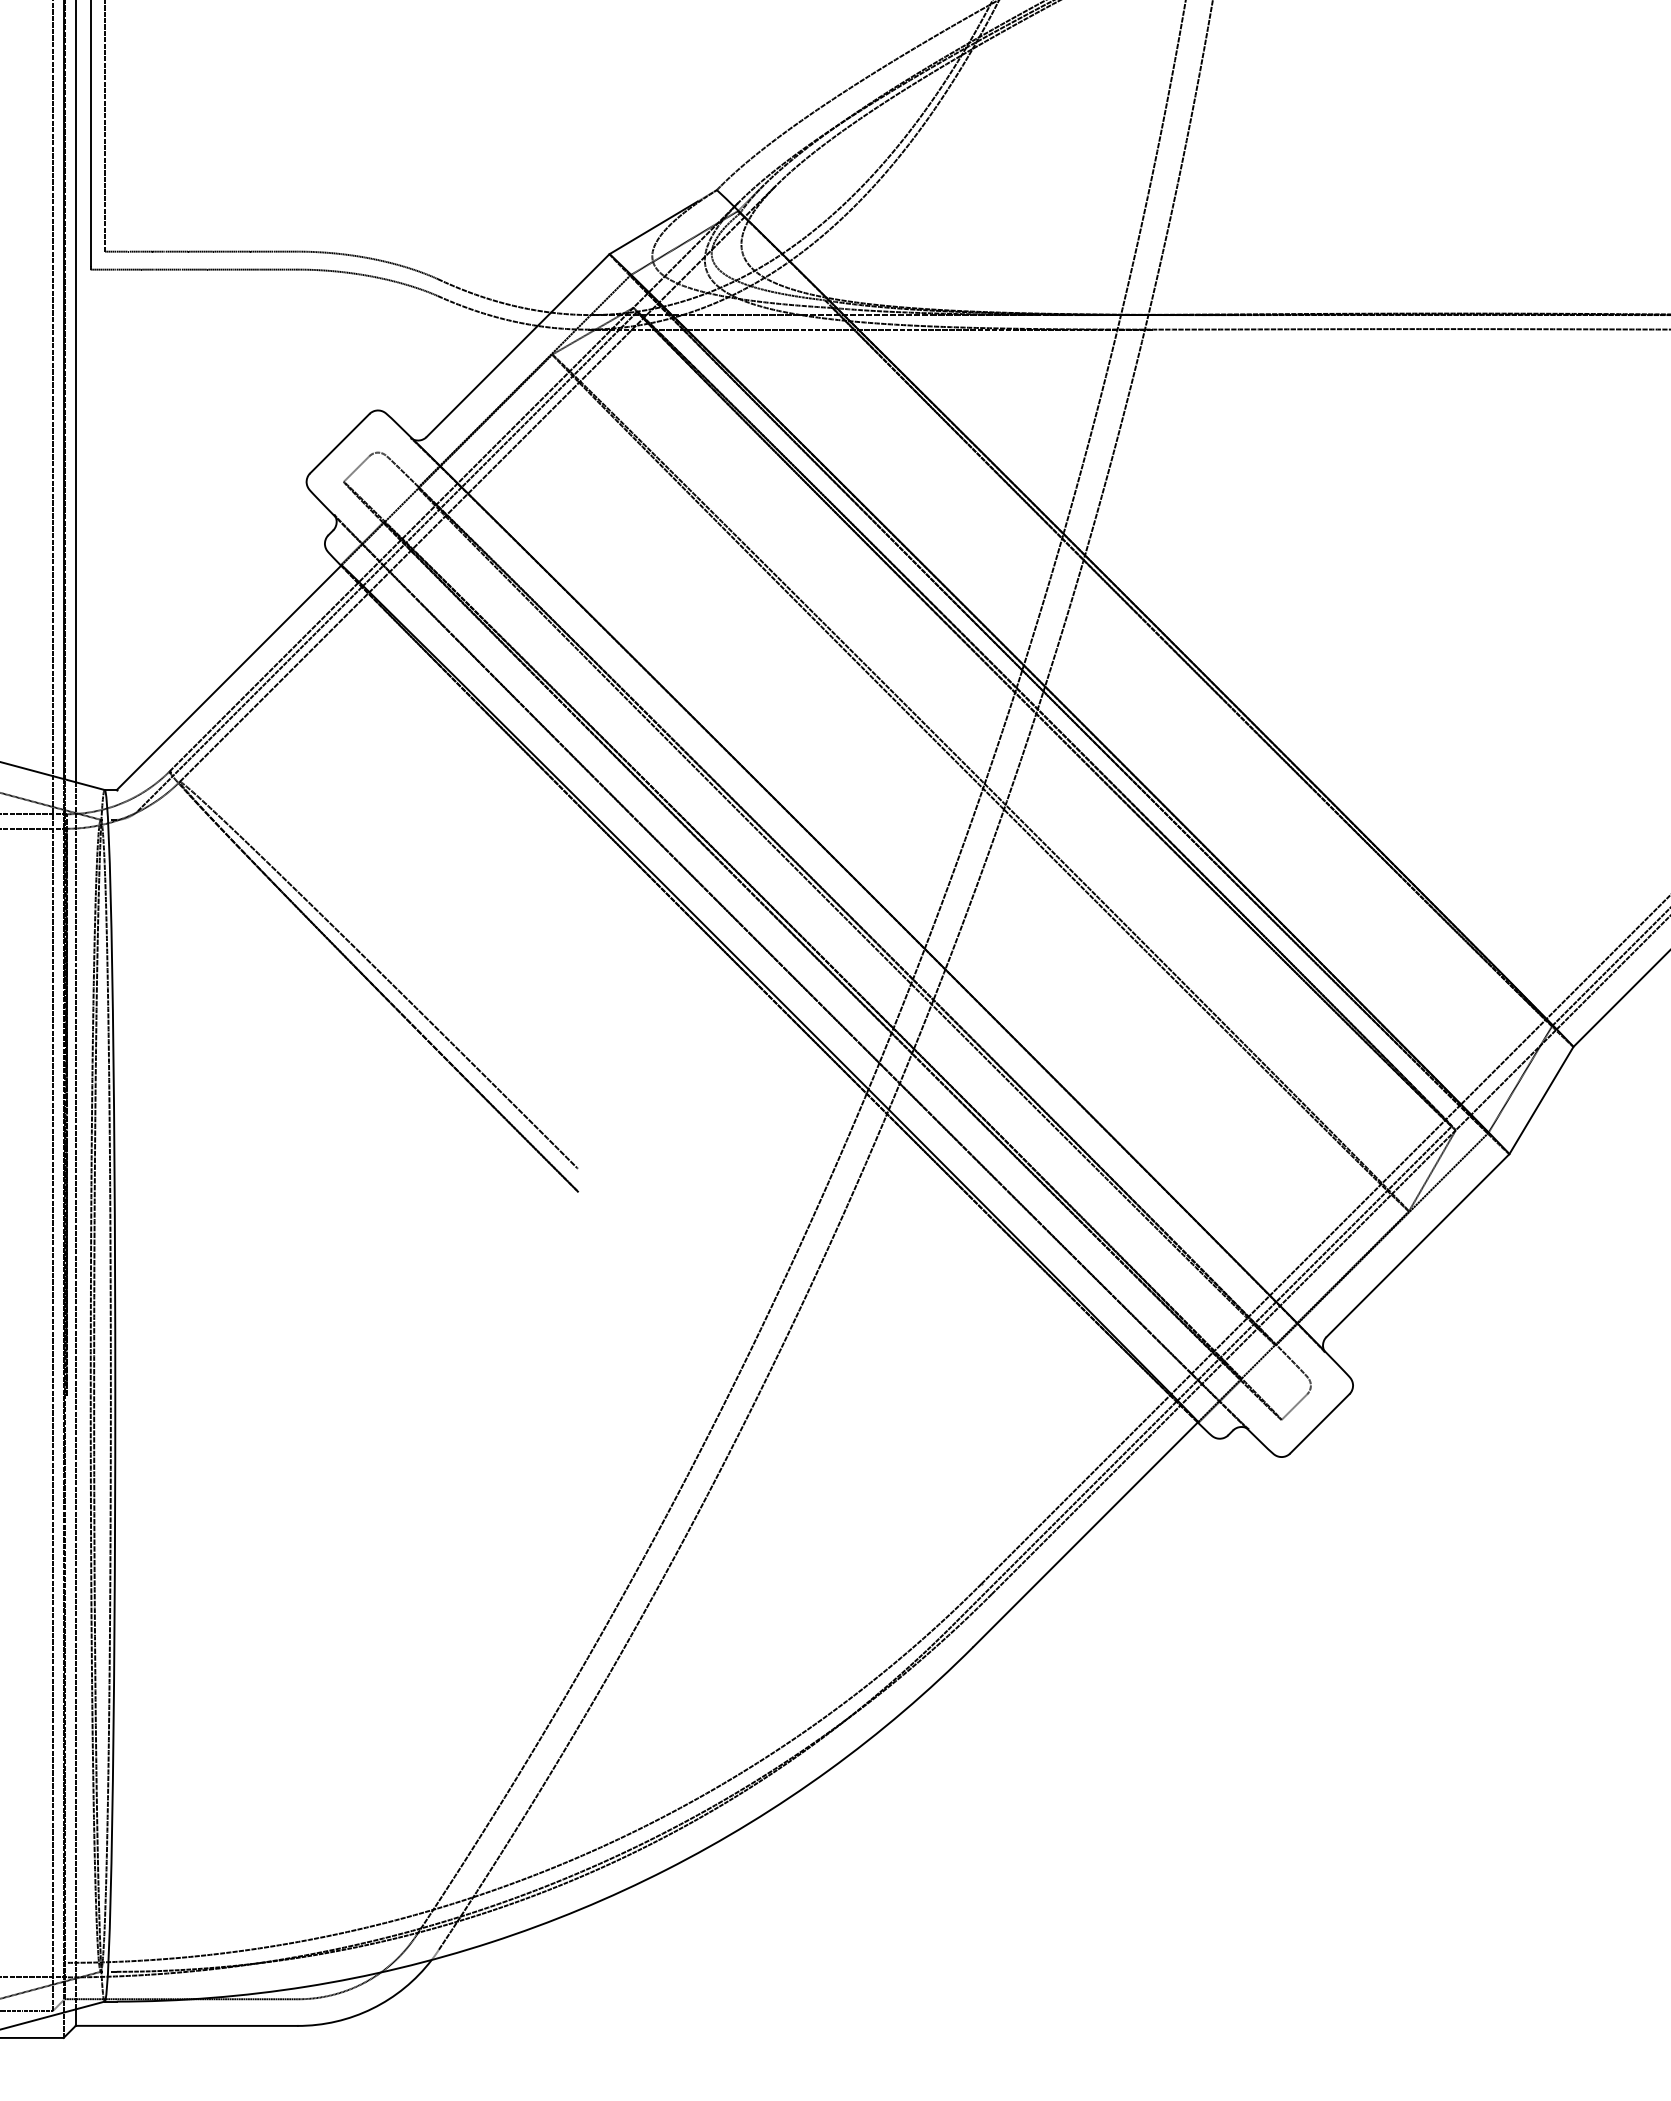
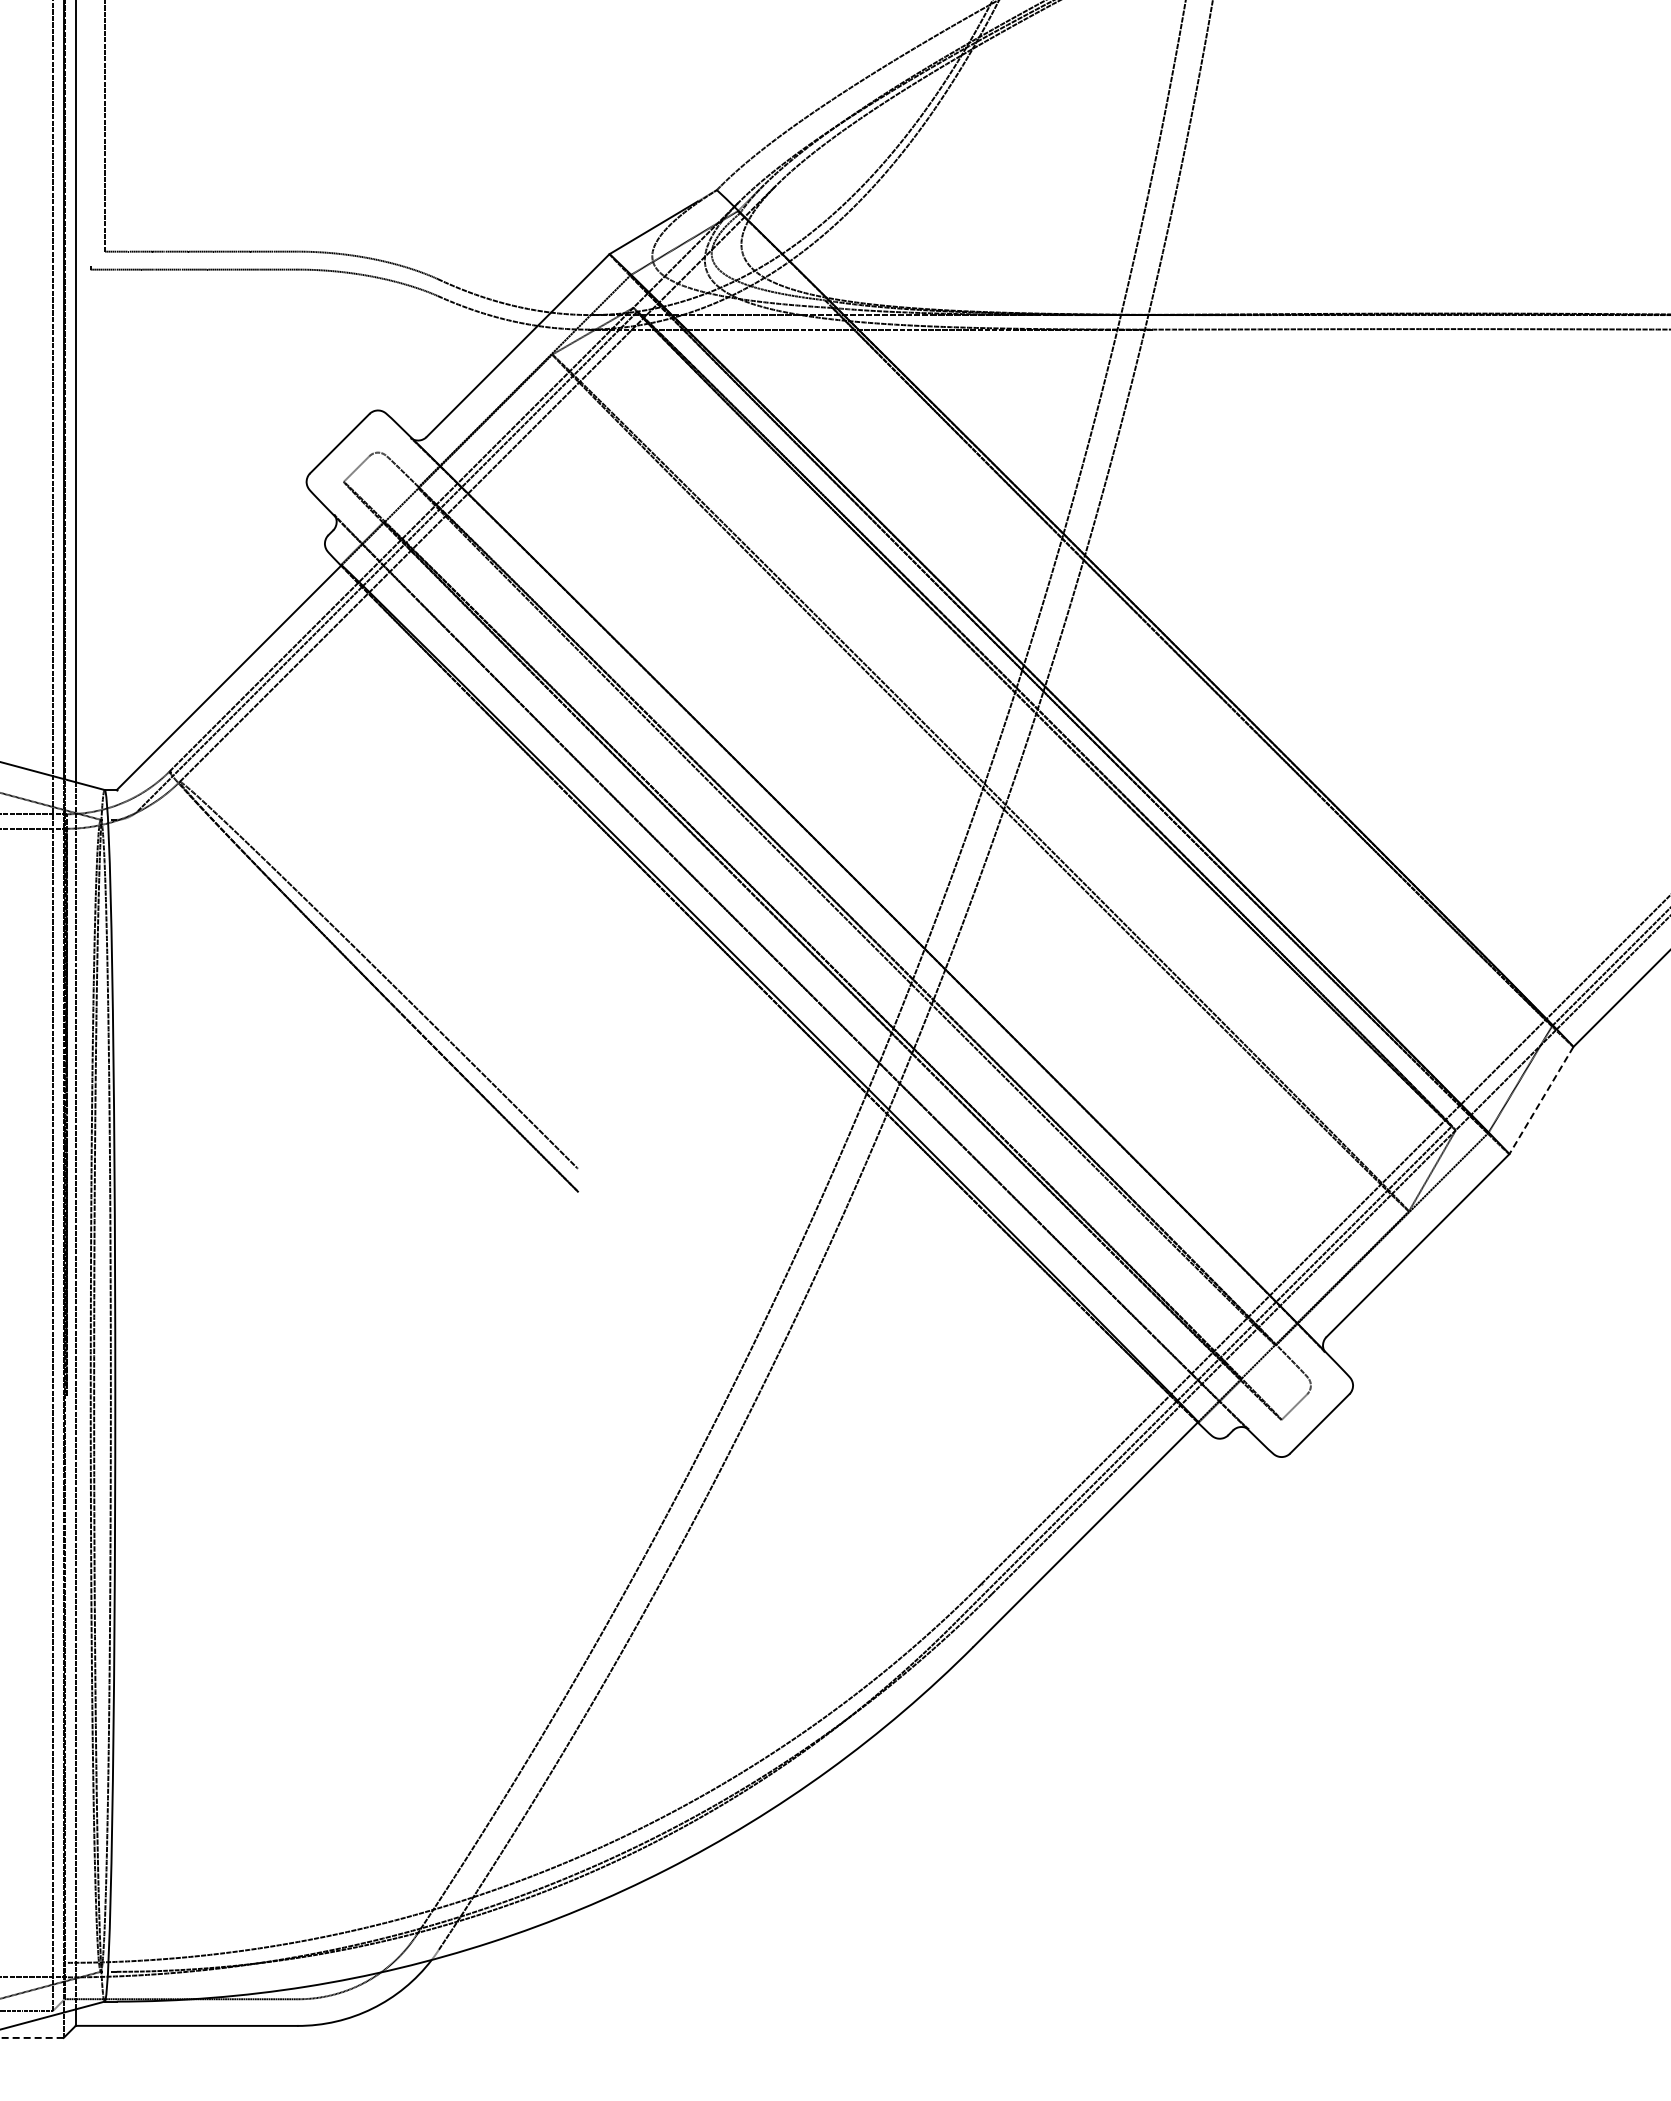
line at (90, 134): present -> none
line at (1541, 1100): solid -> dashed
line at (31, 2037): solid -> dashed
